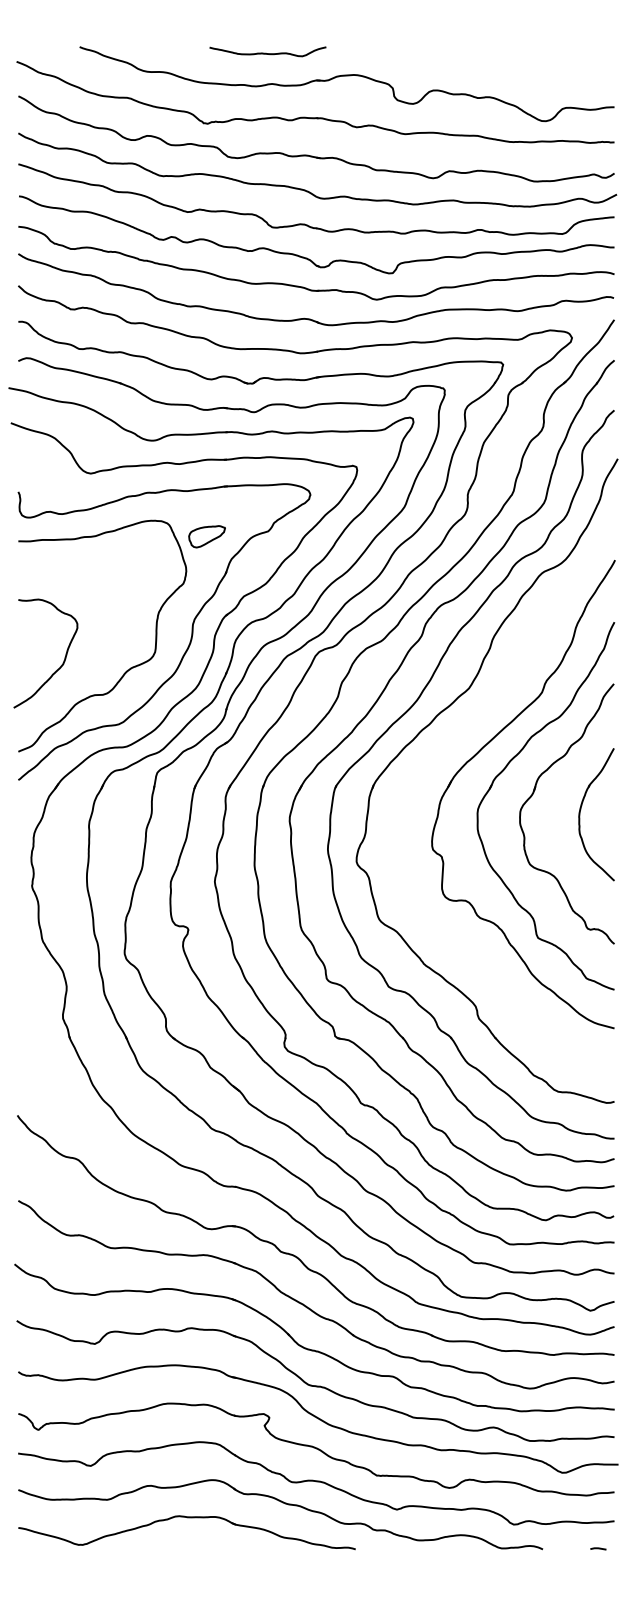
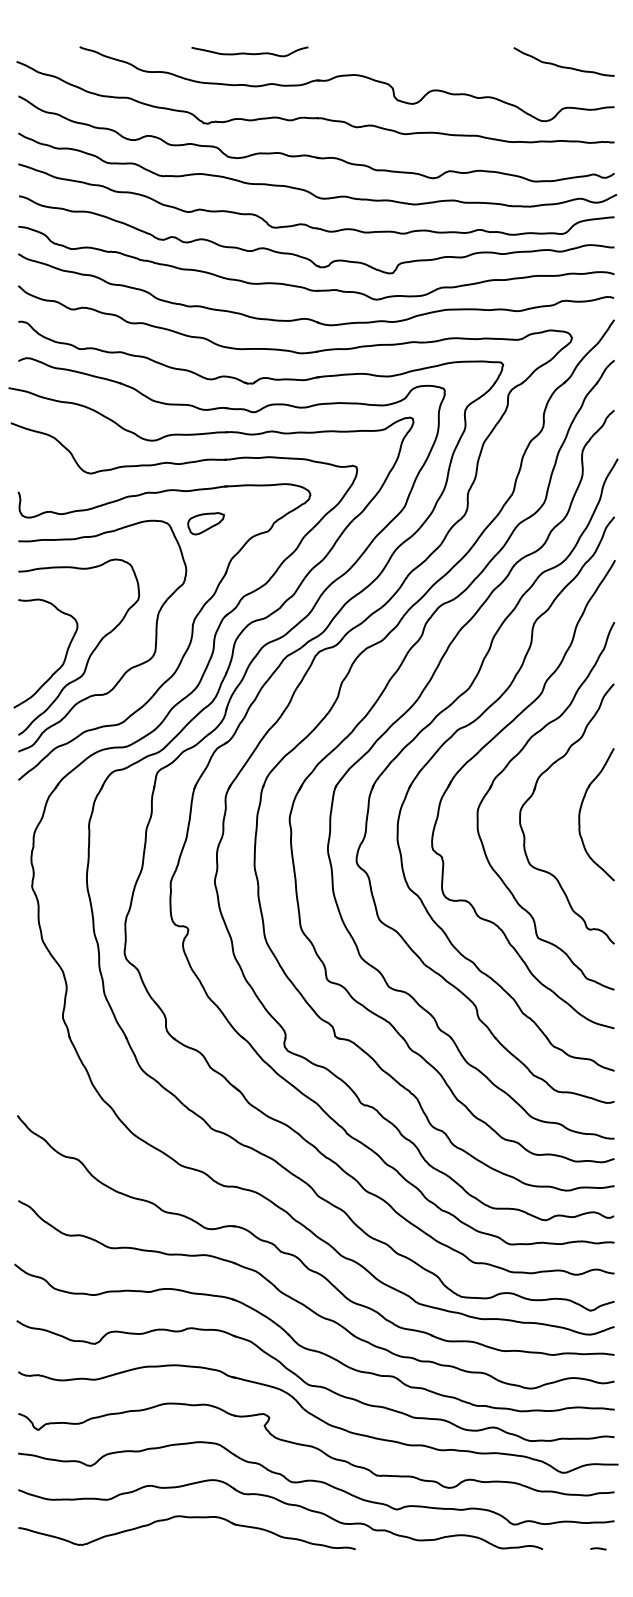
curve at (267, 53) position: (267, 53) -> (249, 53)
curve at (560, 65): none -> present
part at (206, 536) position: (206, 536) -> (205, 523)
curve at (90, 653): none -> present
part at (471, 724): none -> present
